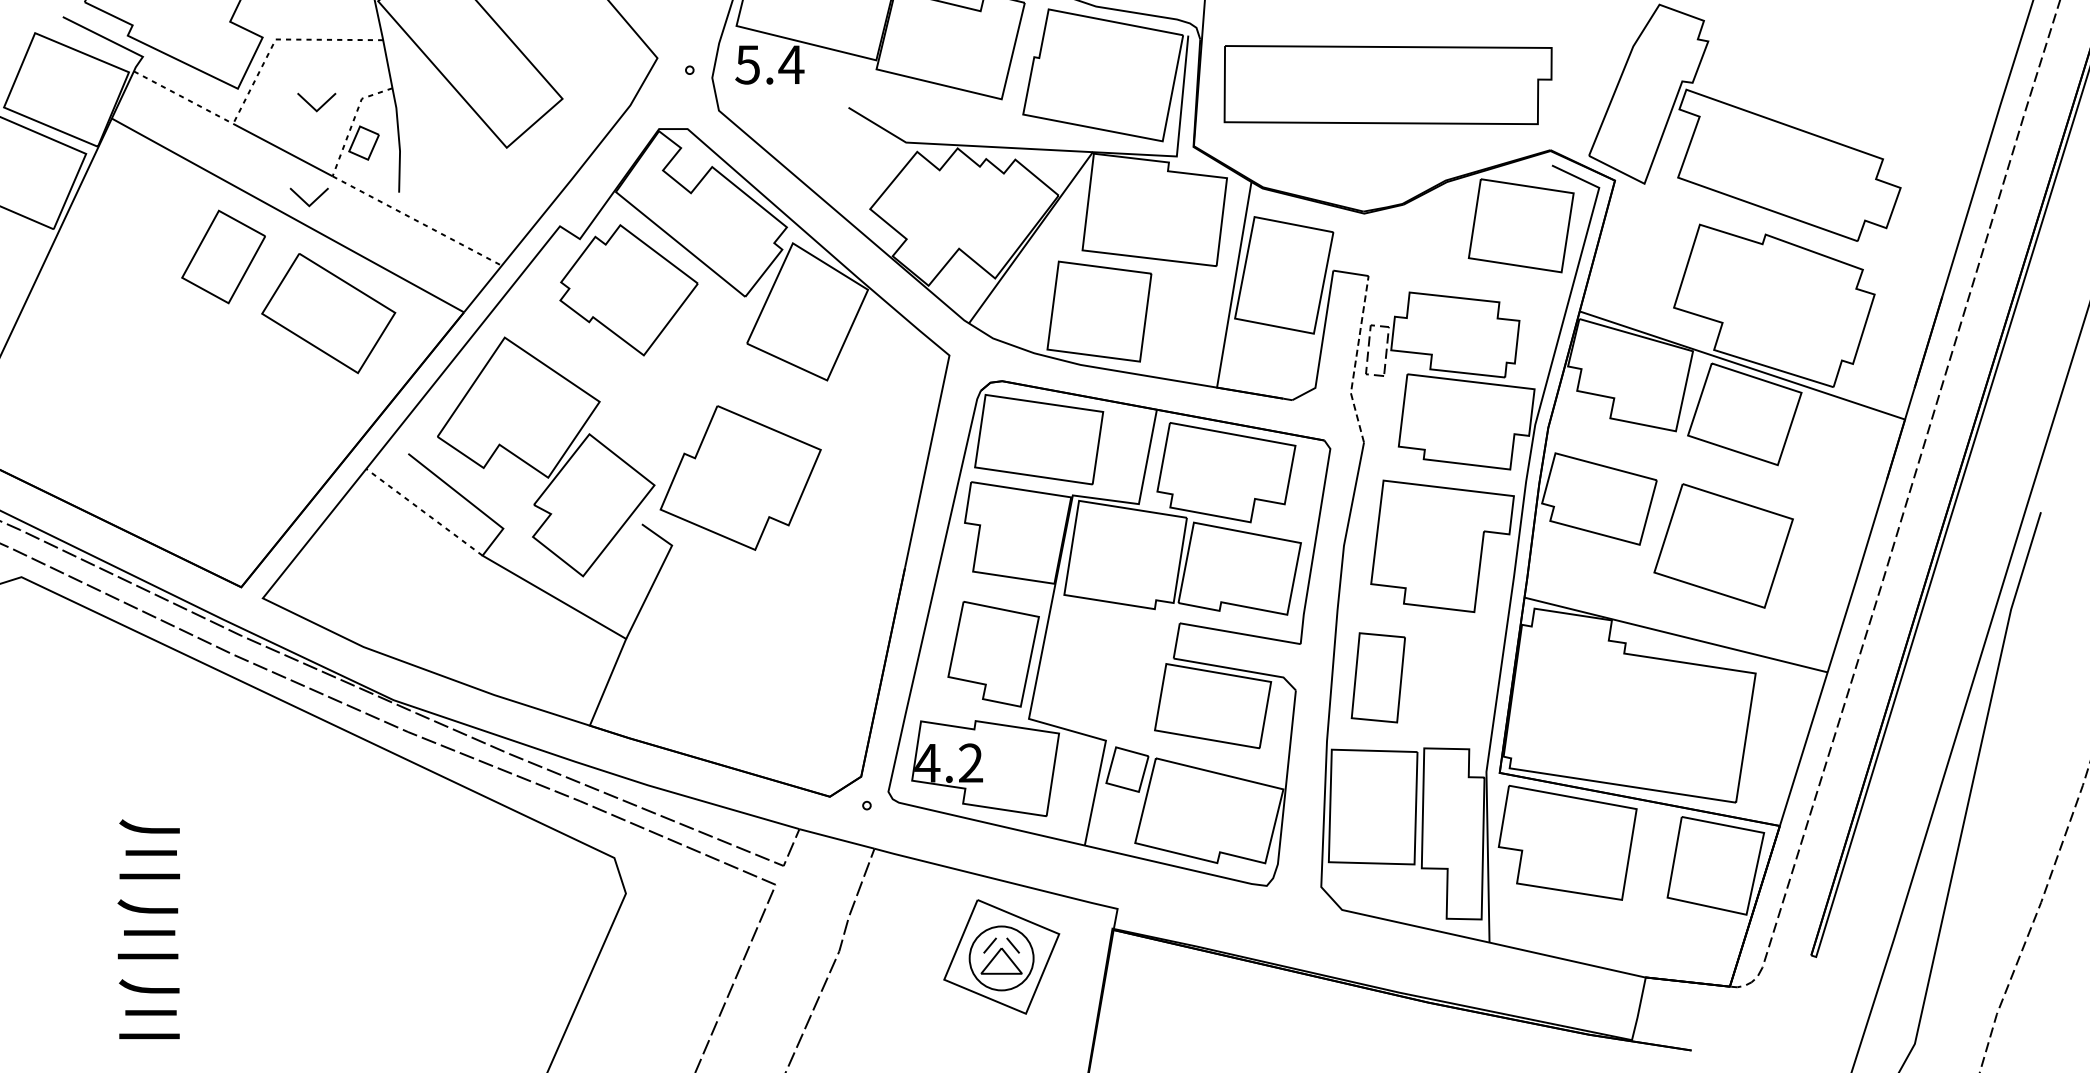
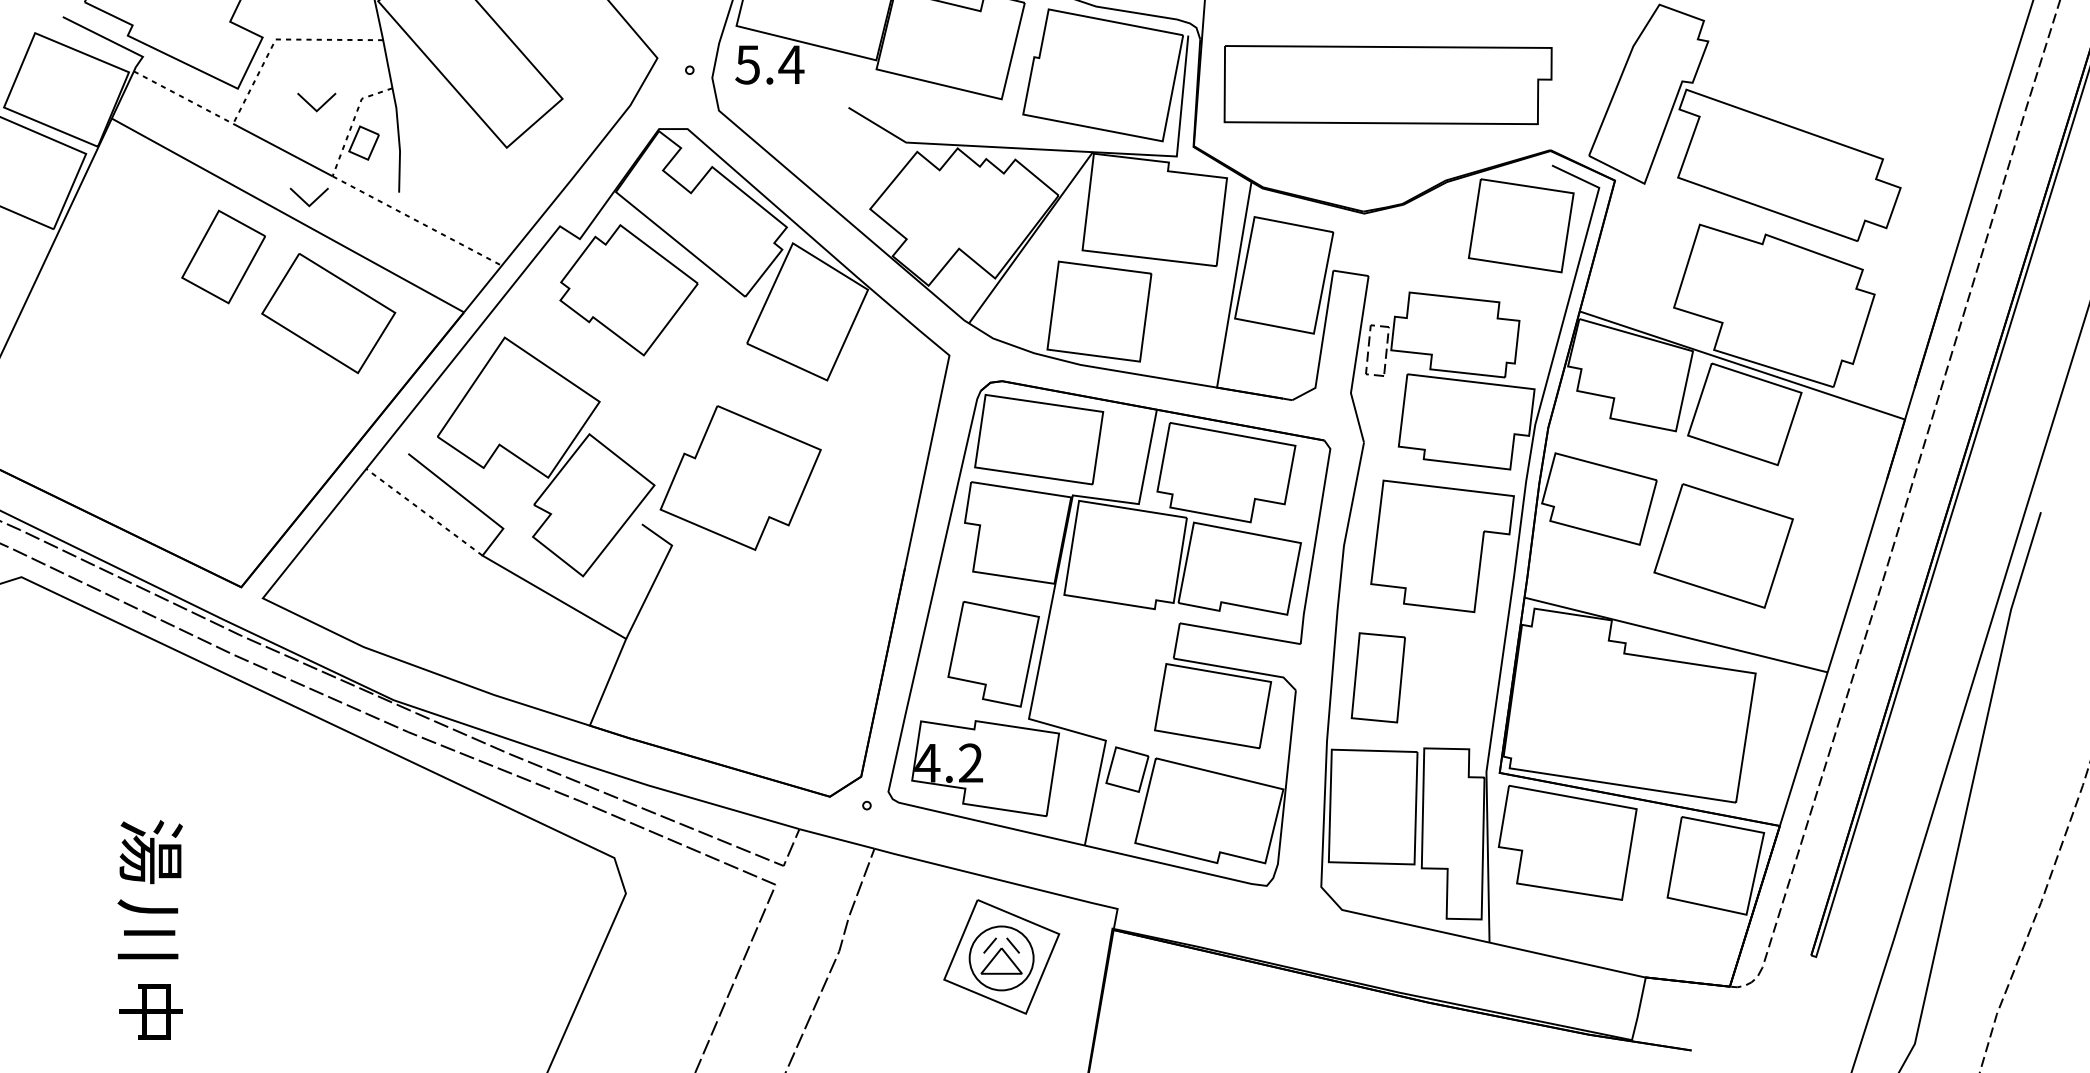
line at (1355, 360): dashed -> solid
text at (150, 851): 川 -> 湯
text at (150, 1009): 川 -> 中
